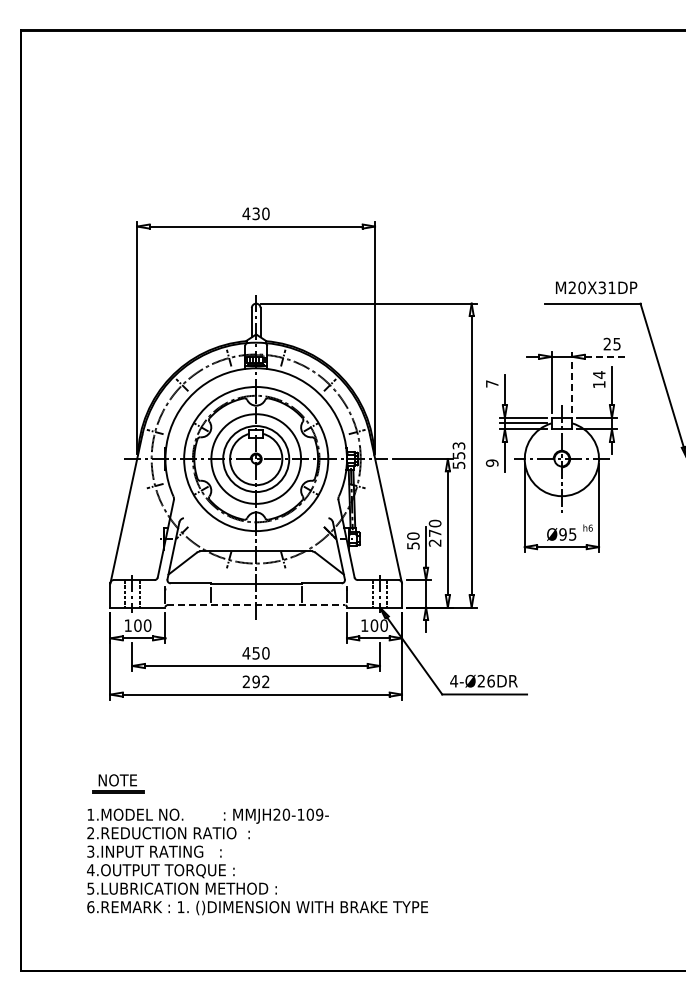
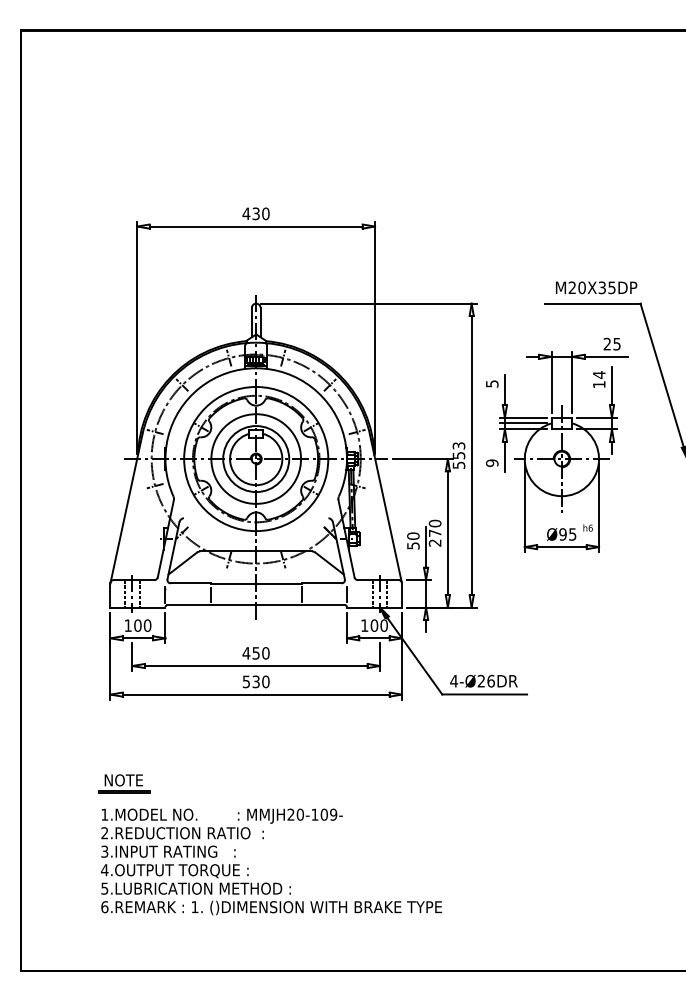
text at (611, 287): M20X31DP -> M20X35DP
line at (606, 356): dashed -> solid
line at (572, 381): dashed -> solid
text at (492, 383): 7 -> 5
line at (256, 605): dashed -> solid
text at (255, 681): 292 -> 530
part at (118, 783) position: (118, 783) -> (124, 783)
text at (257, 861) position: (257, 861) -> (271, 861)
